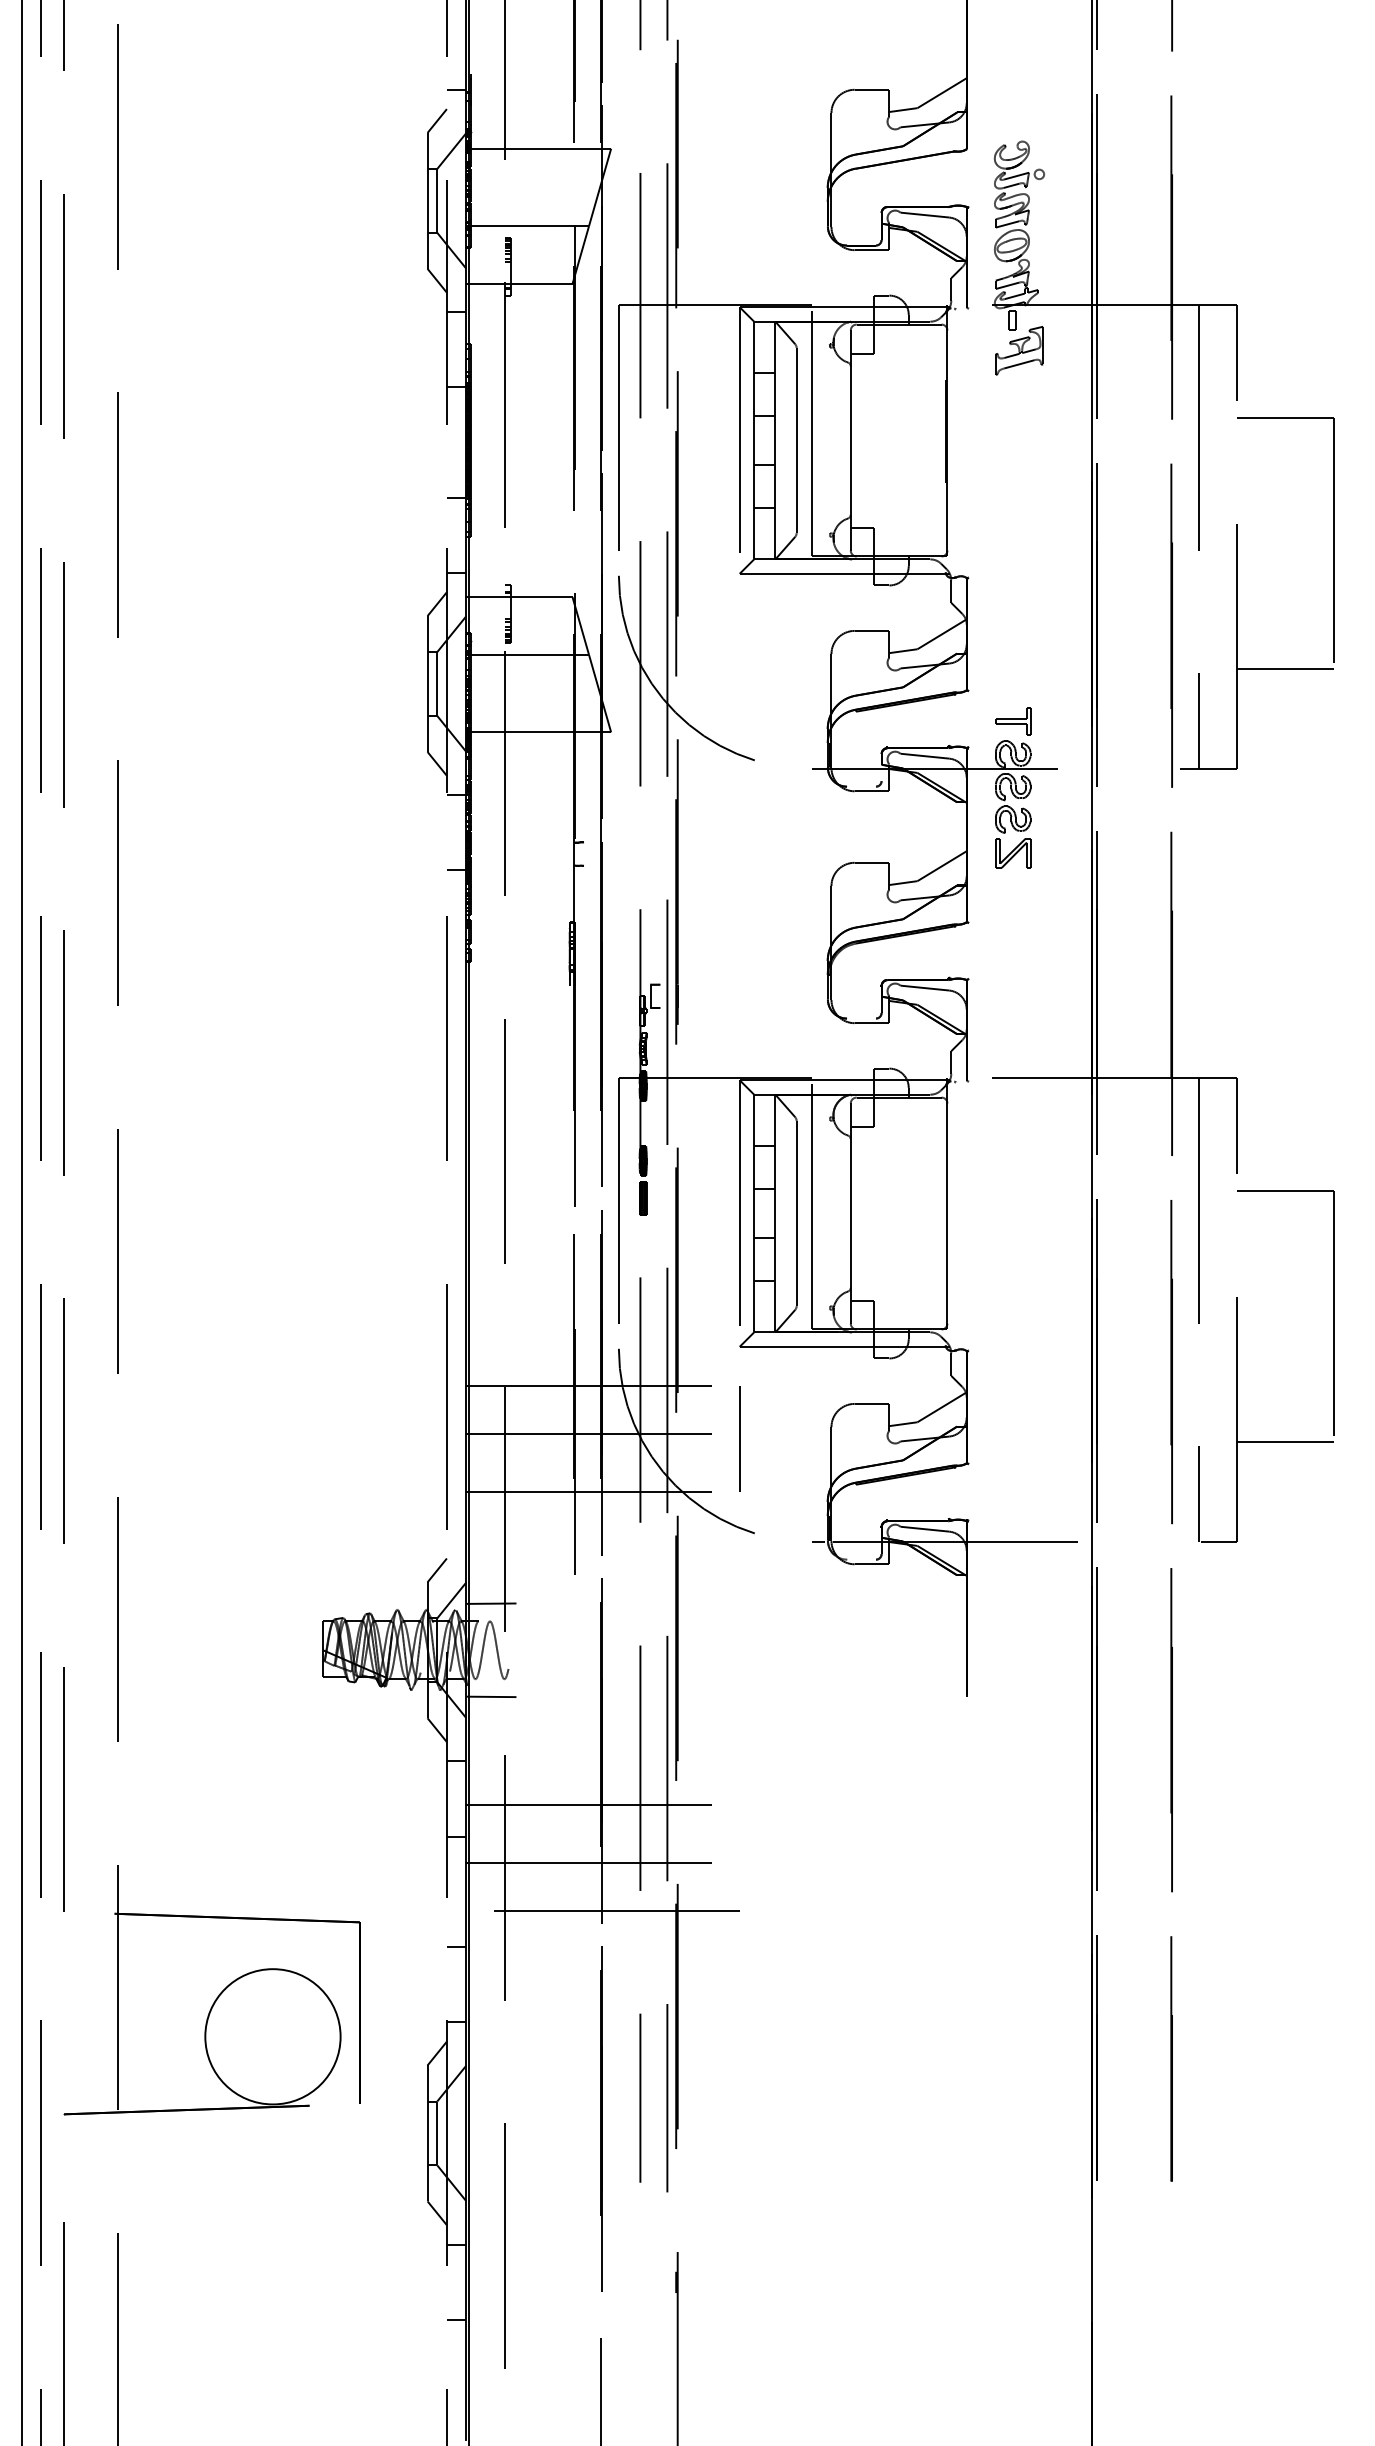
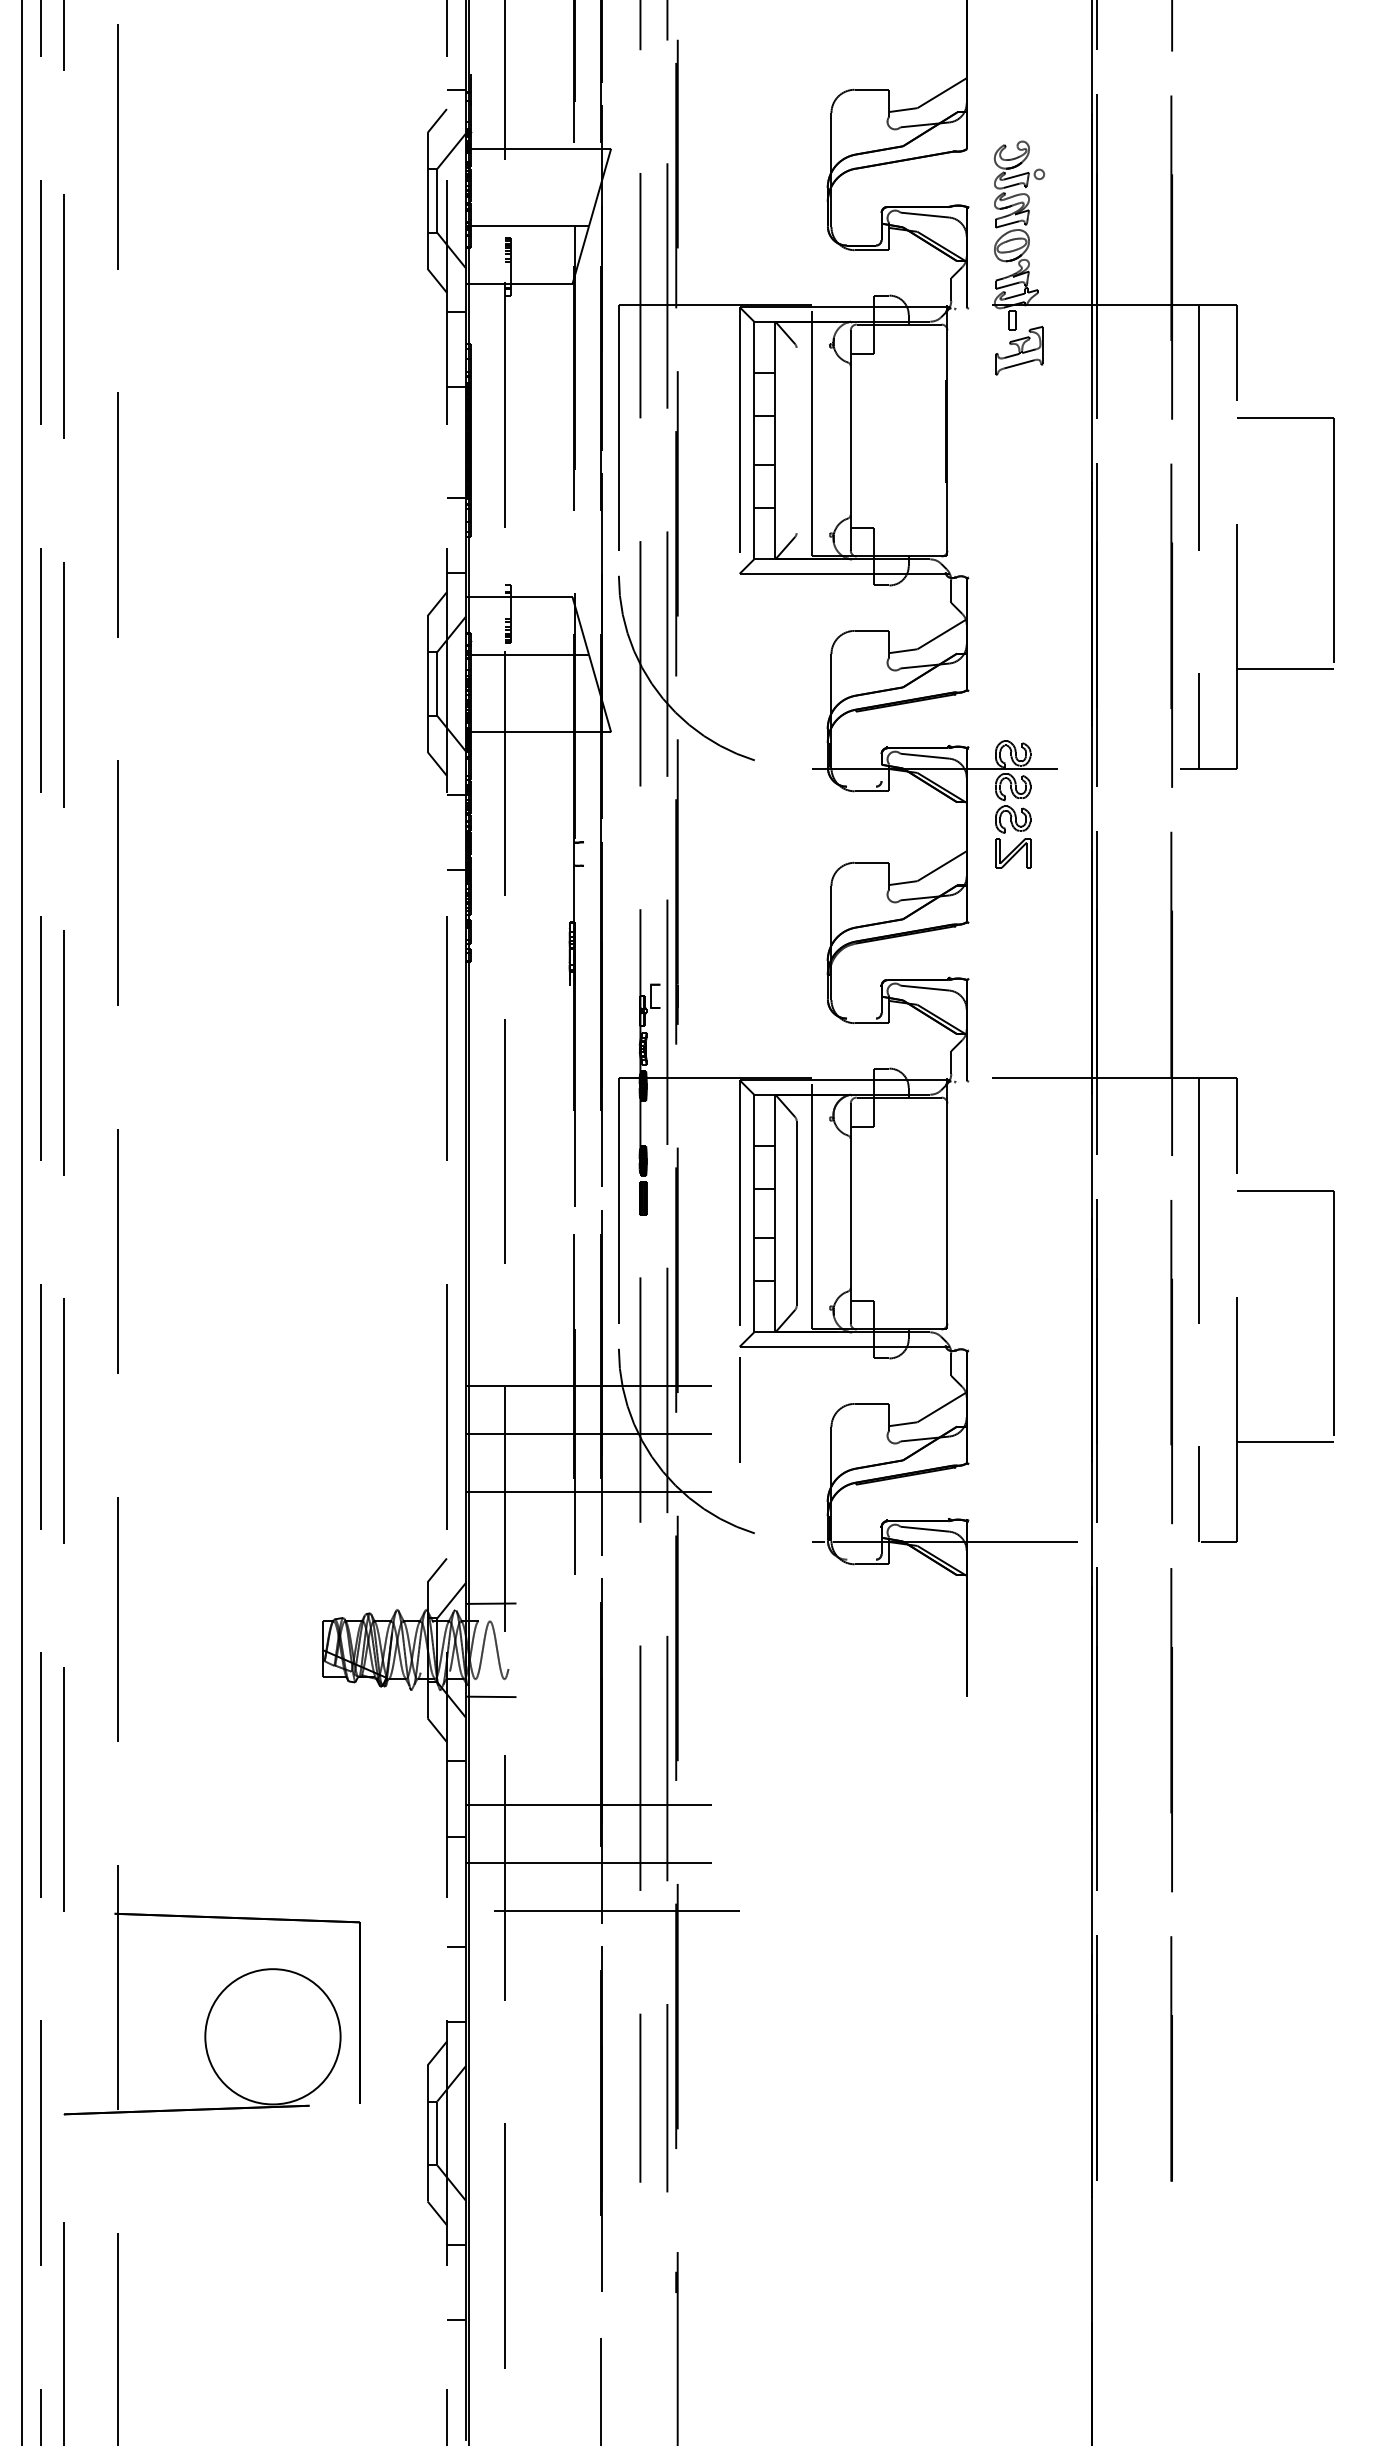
line at (796, 440): present -> none
part at (1013, 721): present -> none
line at (739, 1438) position: (739, 1438) -> (739, 1409)
